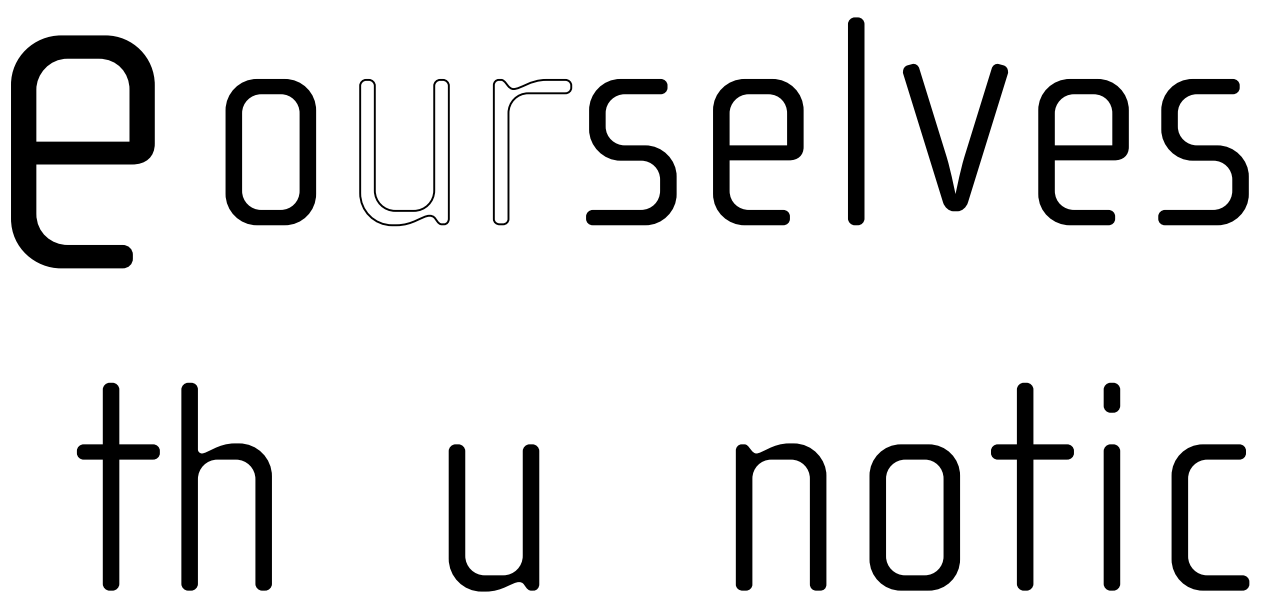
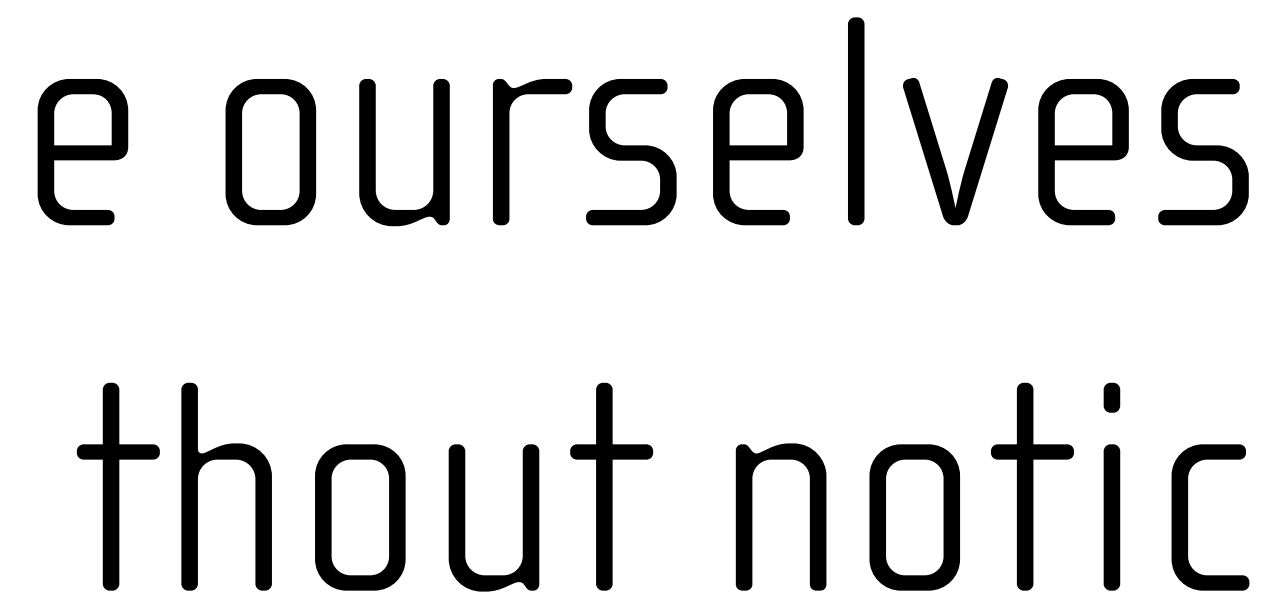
part at (942, 142) position: (942, 142) -> (942, 156)
part at (82, 151) size: 144x234 px -> 92x147 px
fill at (532, 151): none -> present
fill at (404, 152): none -> present
part at (611, 486): none -> present
part at (360, 517): none -> present
